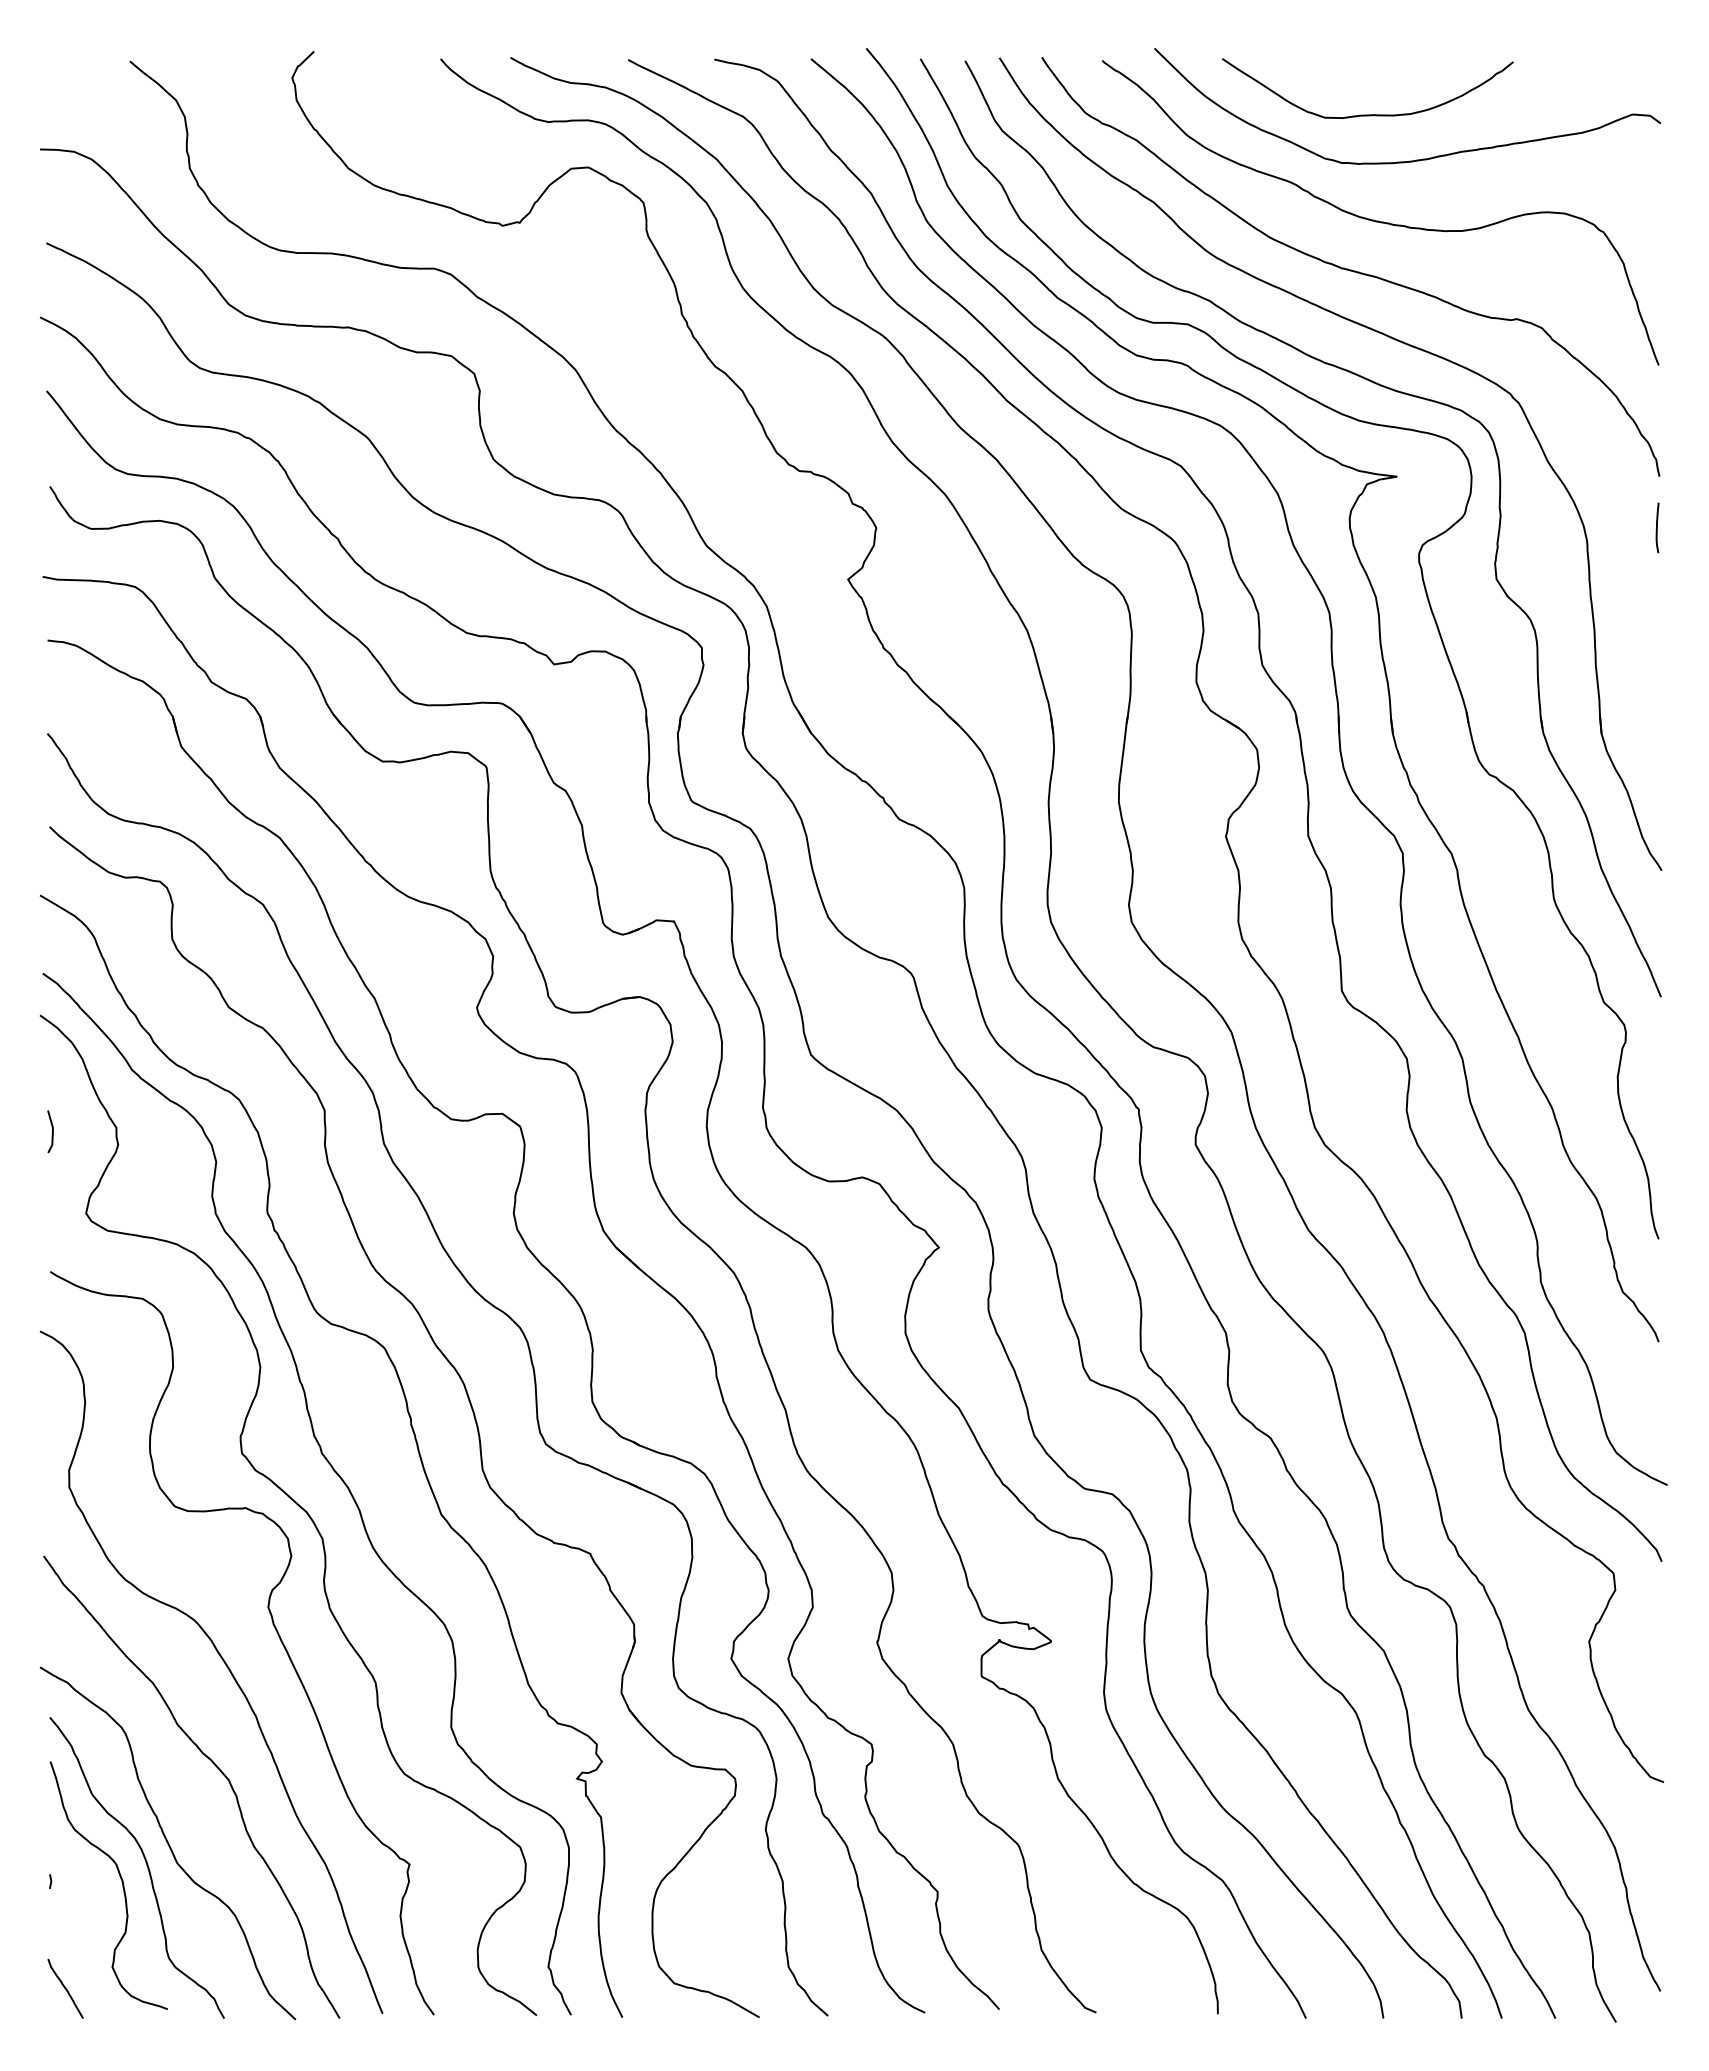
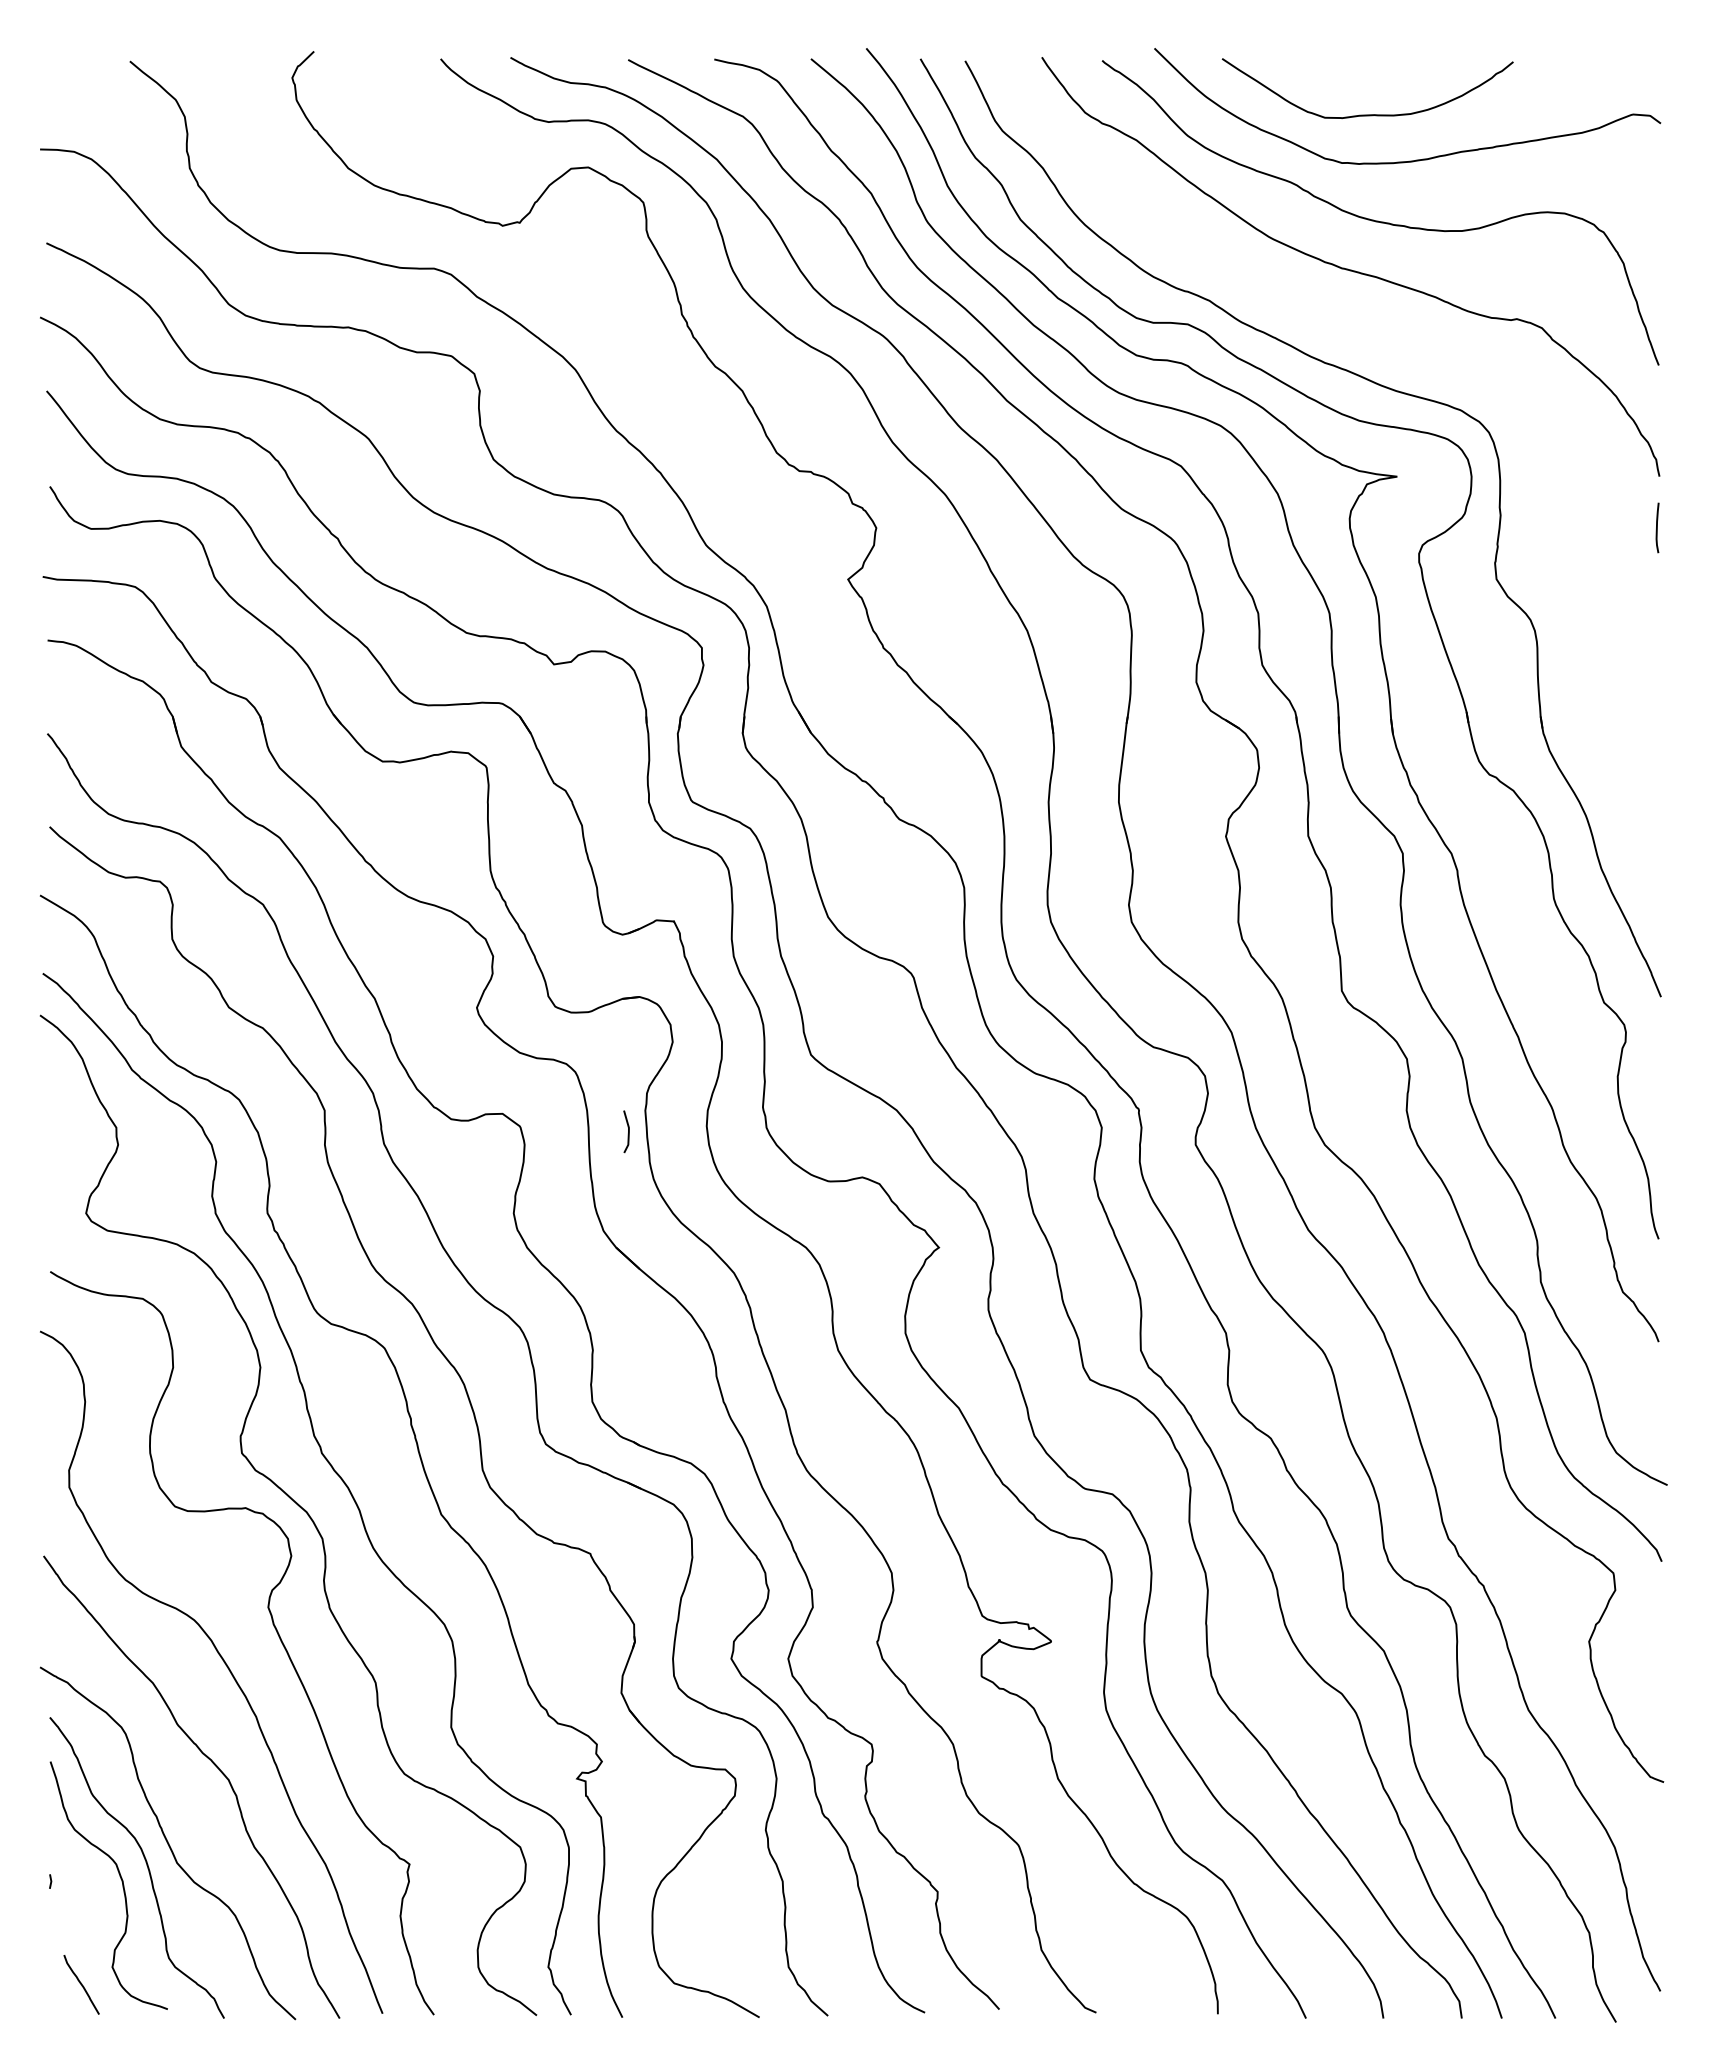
part at (1392, 339): present -> none
line at (52, 1131) position: (52, 1131) -> (628, 1131)
curve at (65, 1988) position: (65, 1988) -> (81, 1984)
